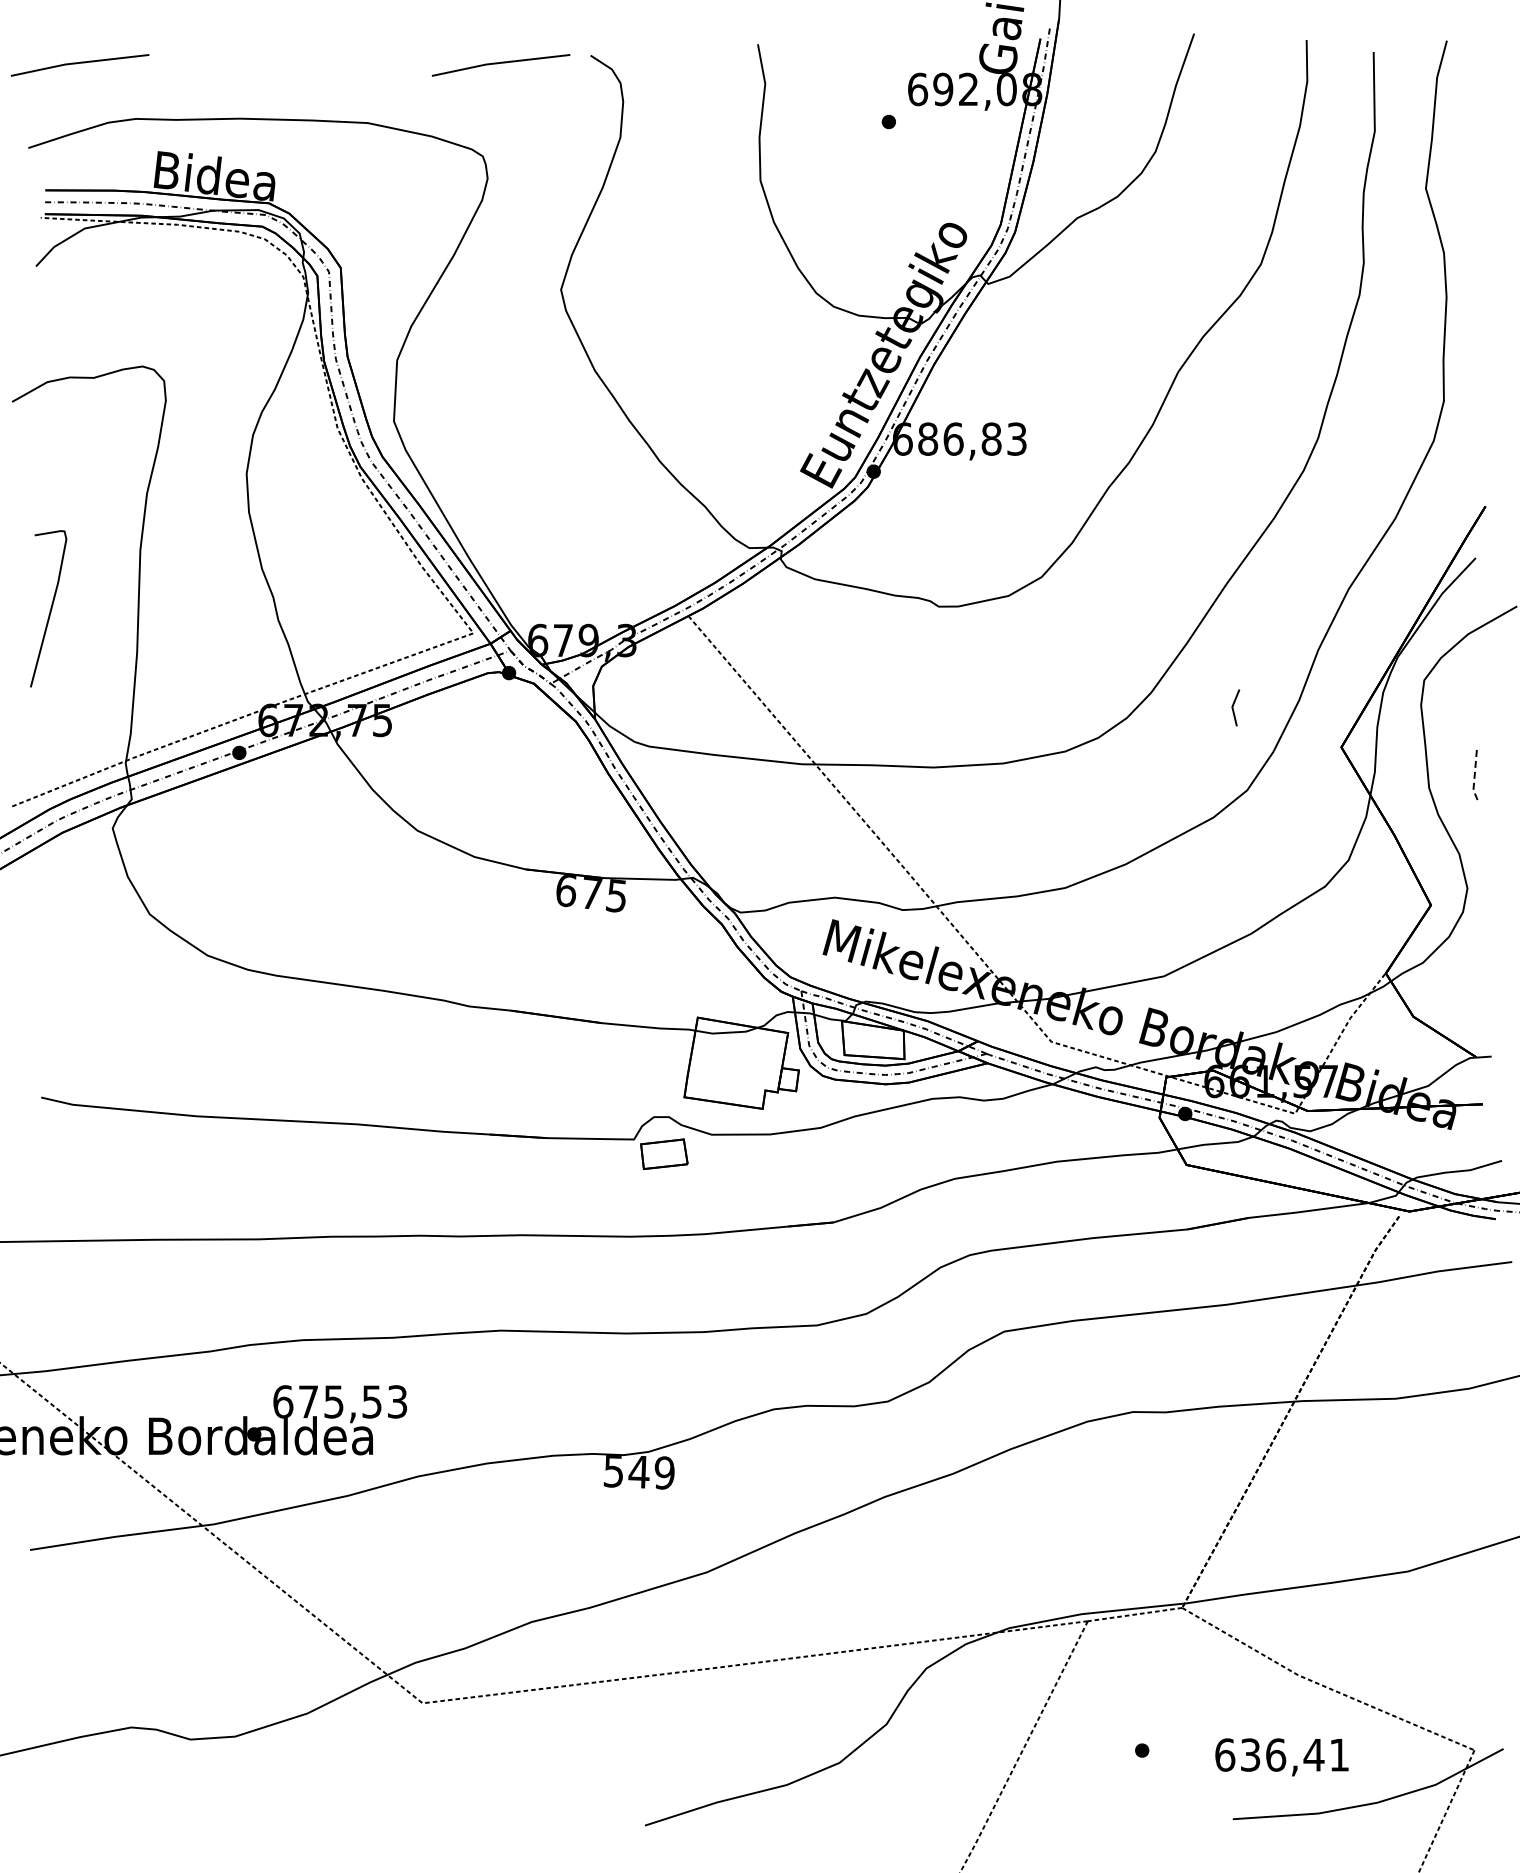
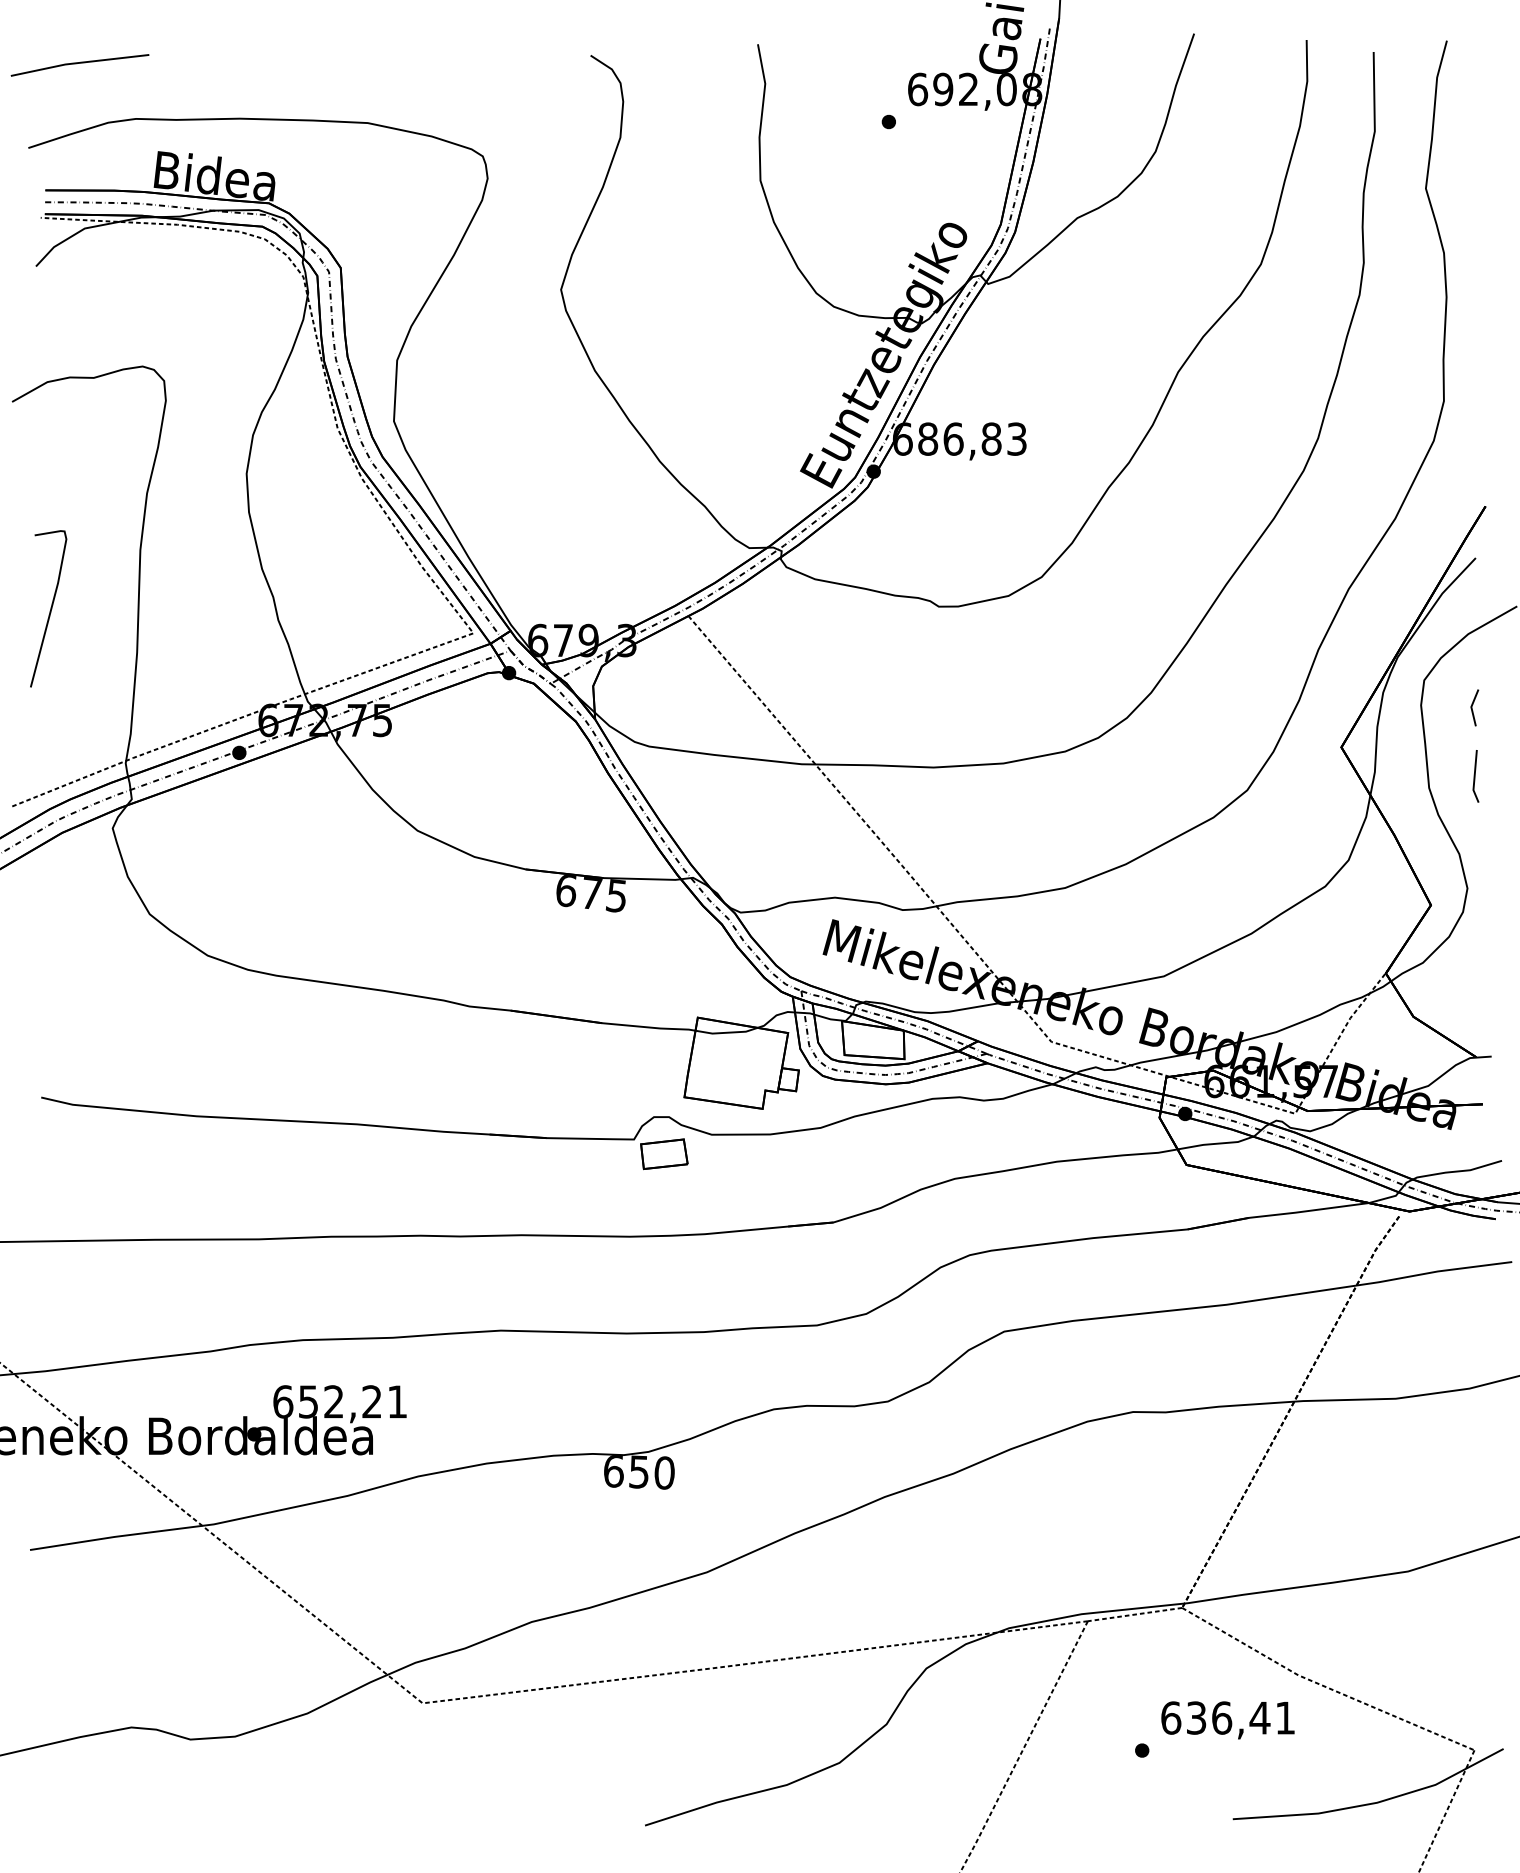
line at (500, 63): present -> none
line at (1233, 707) position: (1233, 707) -> (1472, 707)
line at (1474, 777): dashed -> solid
text at (353, 1401): 675,53 -> 652,21
text at (638, 1472): 549 -> 650
text at (1281, 1757) position: (1281, 1757) -> (1227, 1720)
